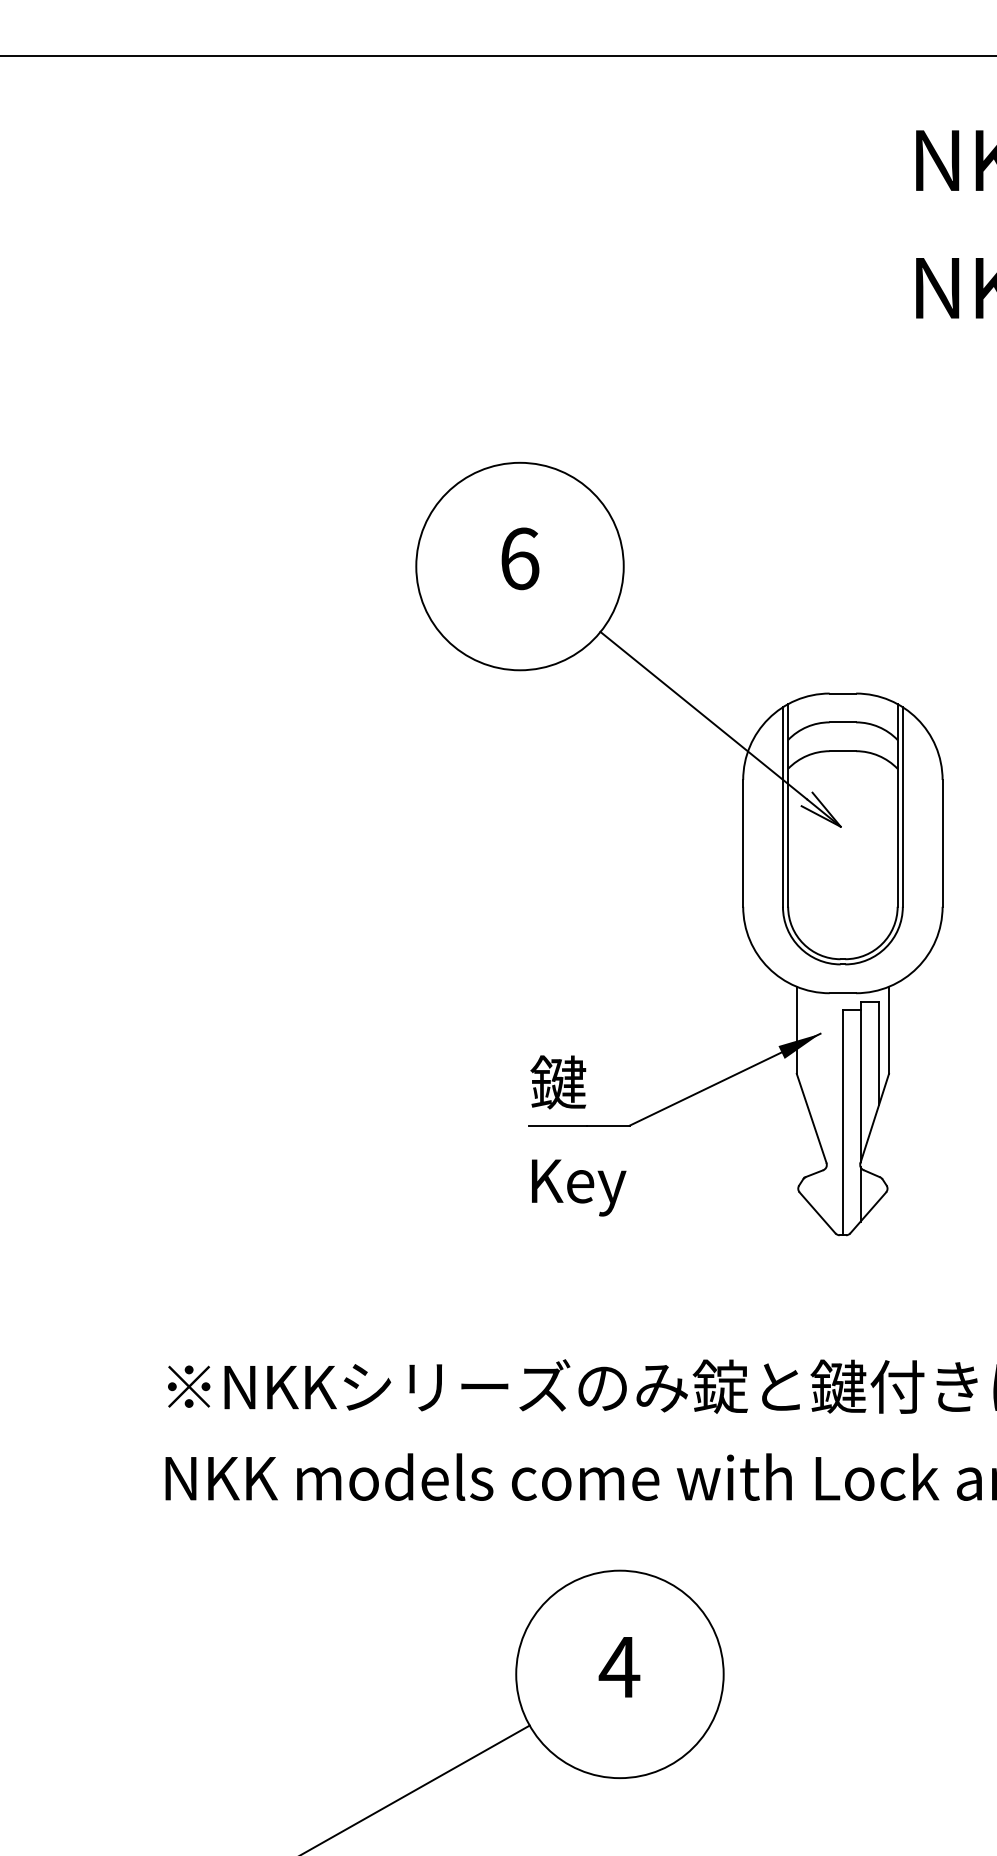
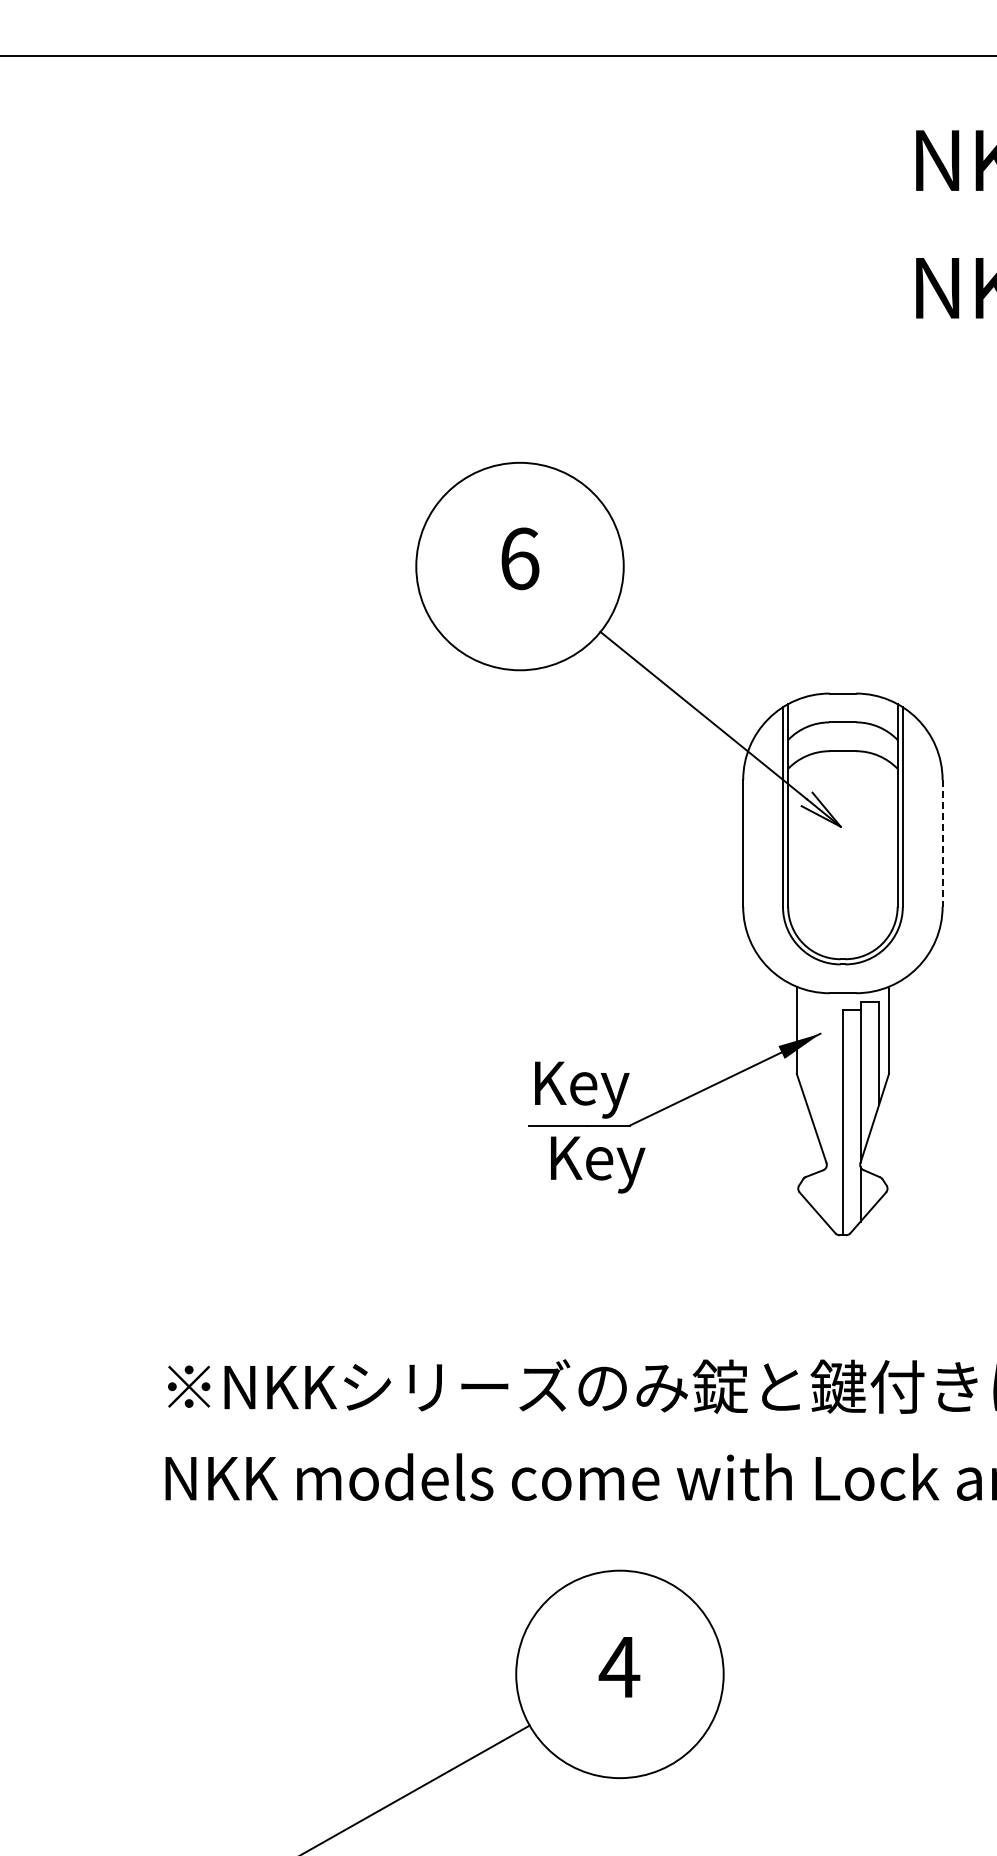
line at (942, 843): solid -> dashed
text at (579, 1086): 鍵 -> Key
text at (579, 1187) position: (579, 1187) -> (598, 1164)
